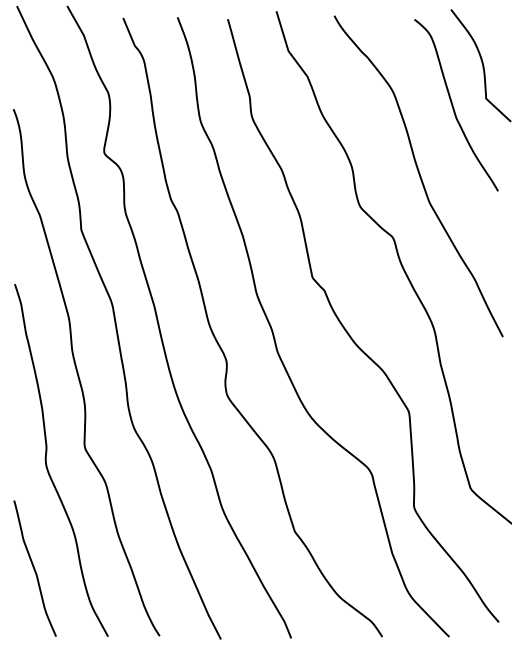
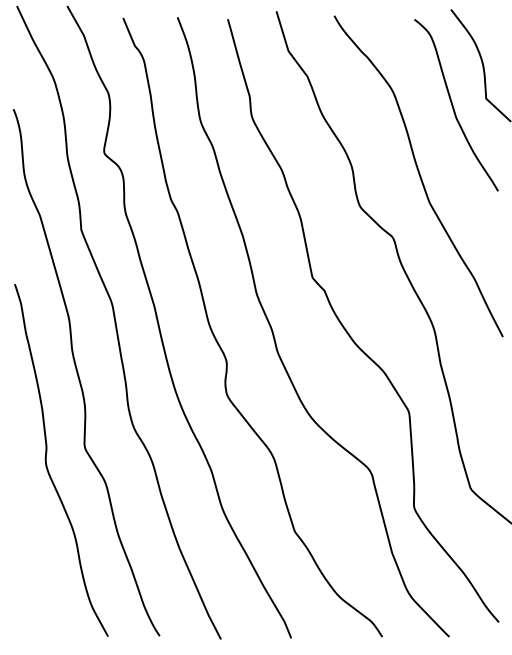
curve at (34, 568): present -> none
